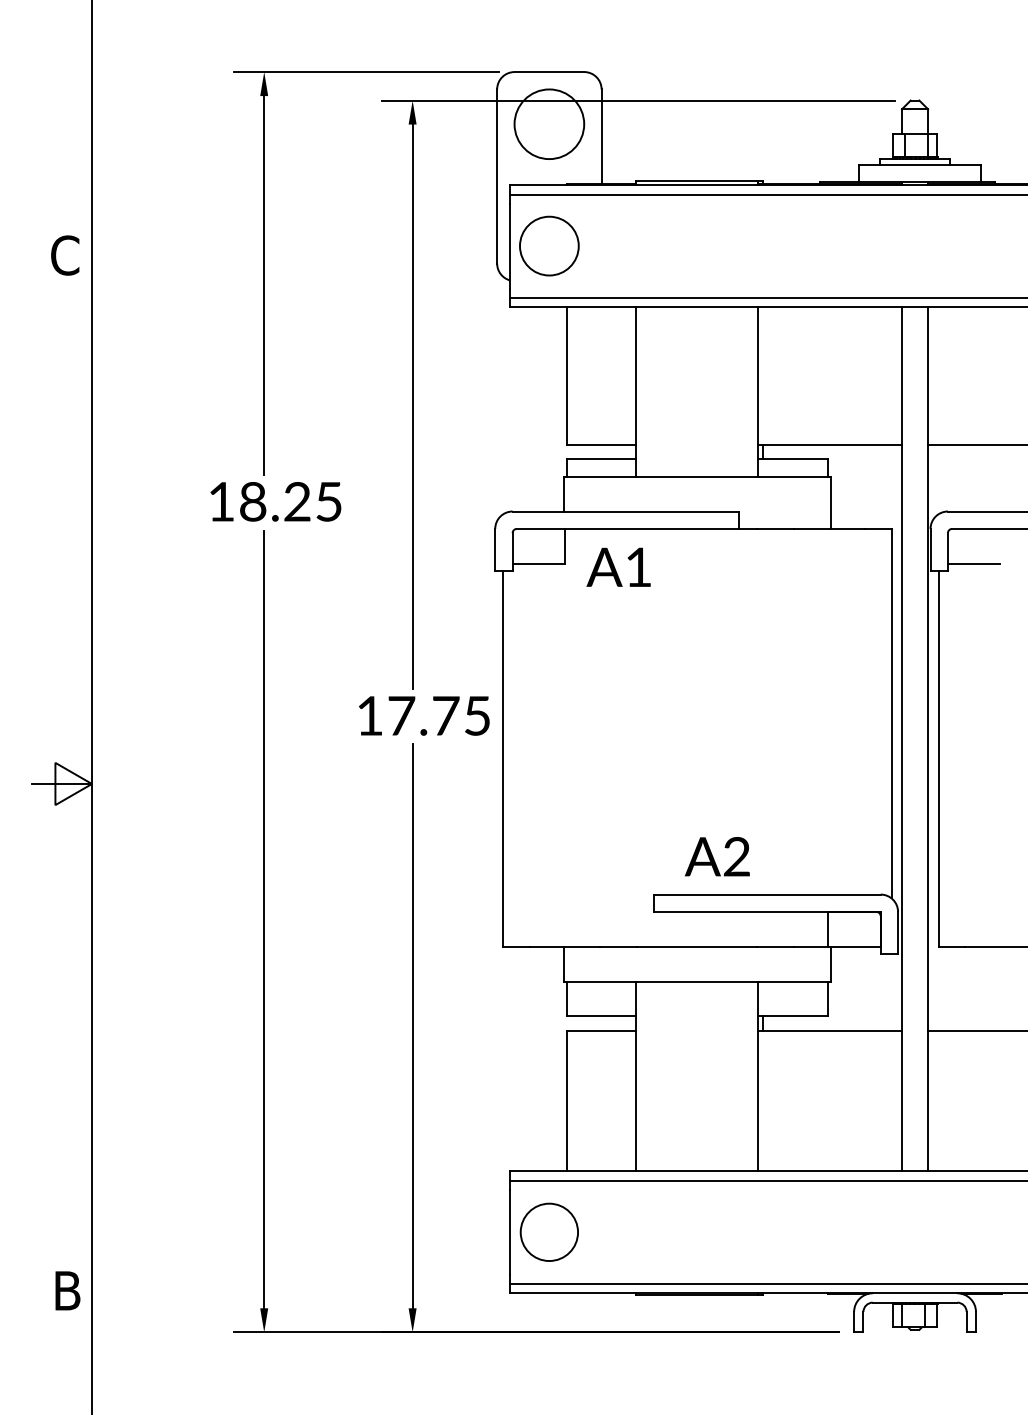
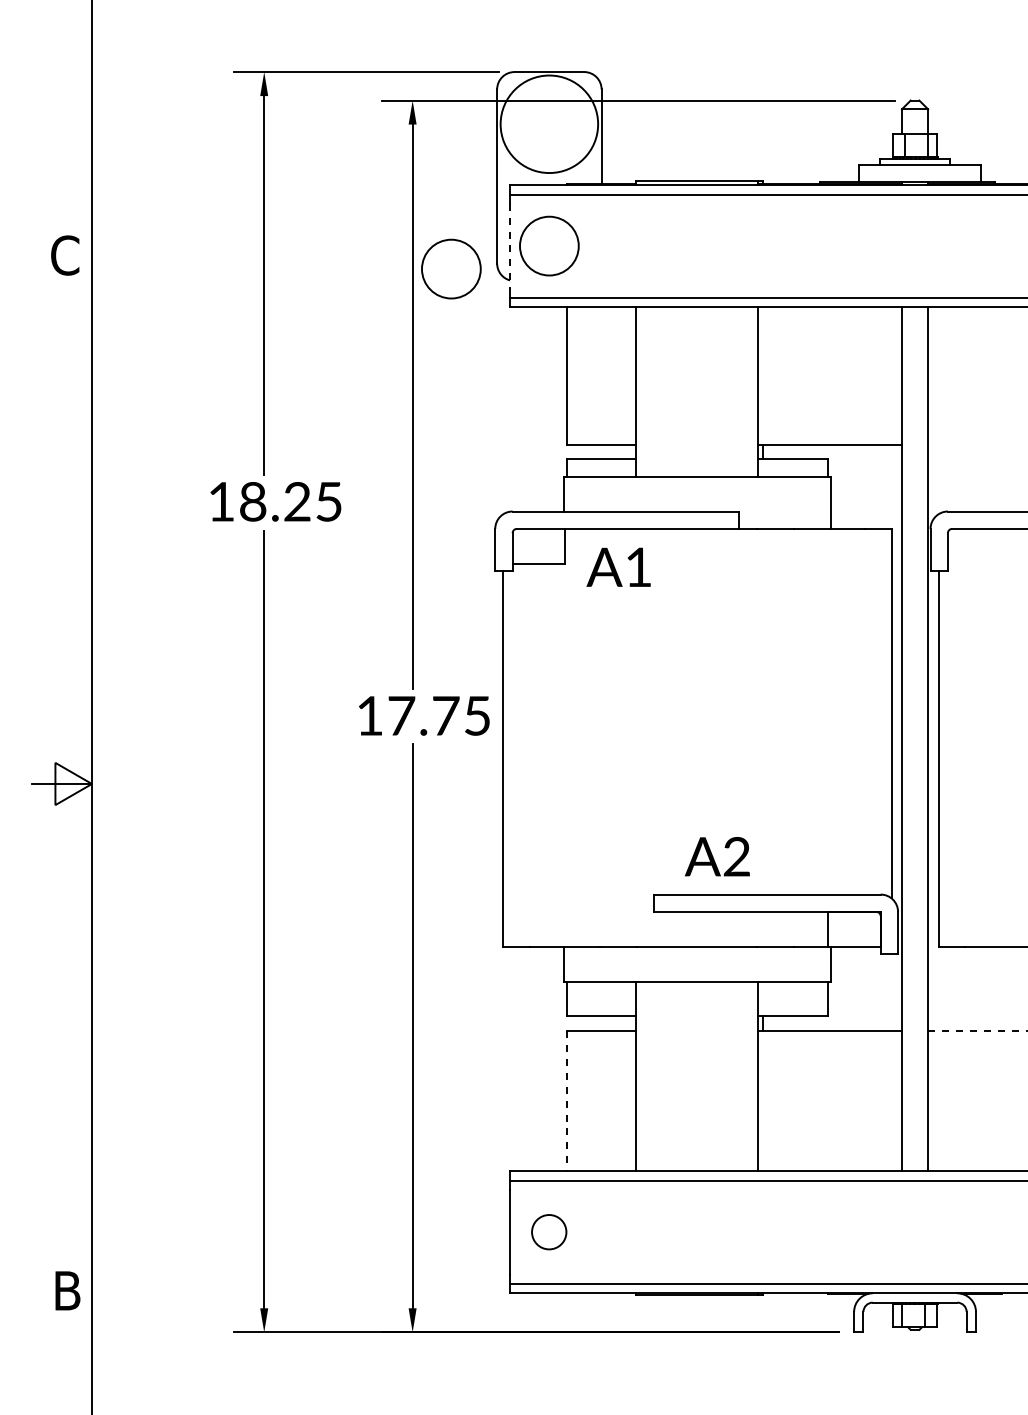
circle at (549, 124) diameter: 70 px -> 98 px
line at (510, 246): solid -> dashed
circle at (451, 268): none -> present
line at (976, 445): present -> none
line at (973, 563): present -> none
line at (977, 1030): solid -> dashed
line at (566, 1101): solid -> dashed
circle at (548, 1231) size: 60x60 px -> 37x37 px
